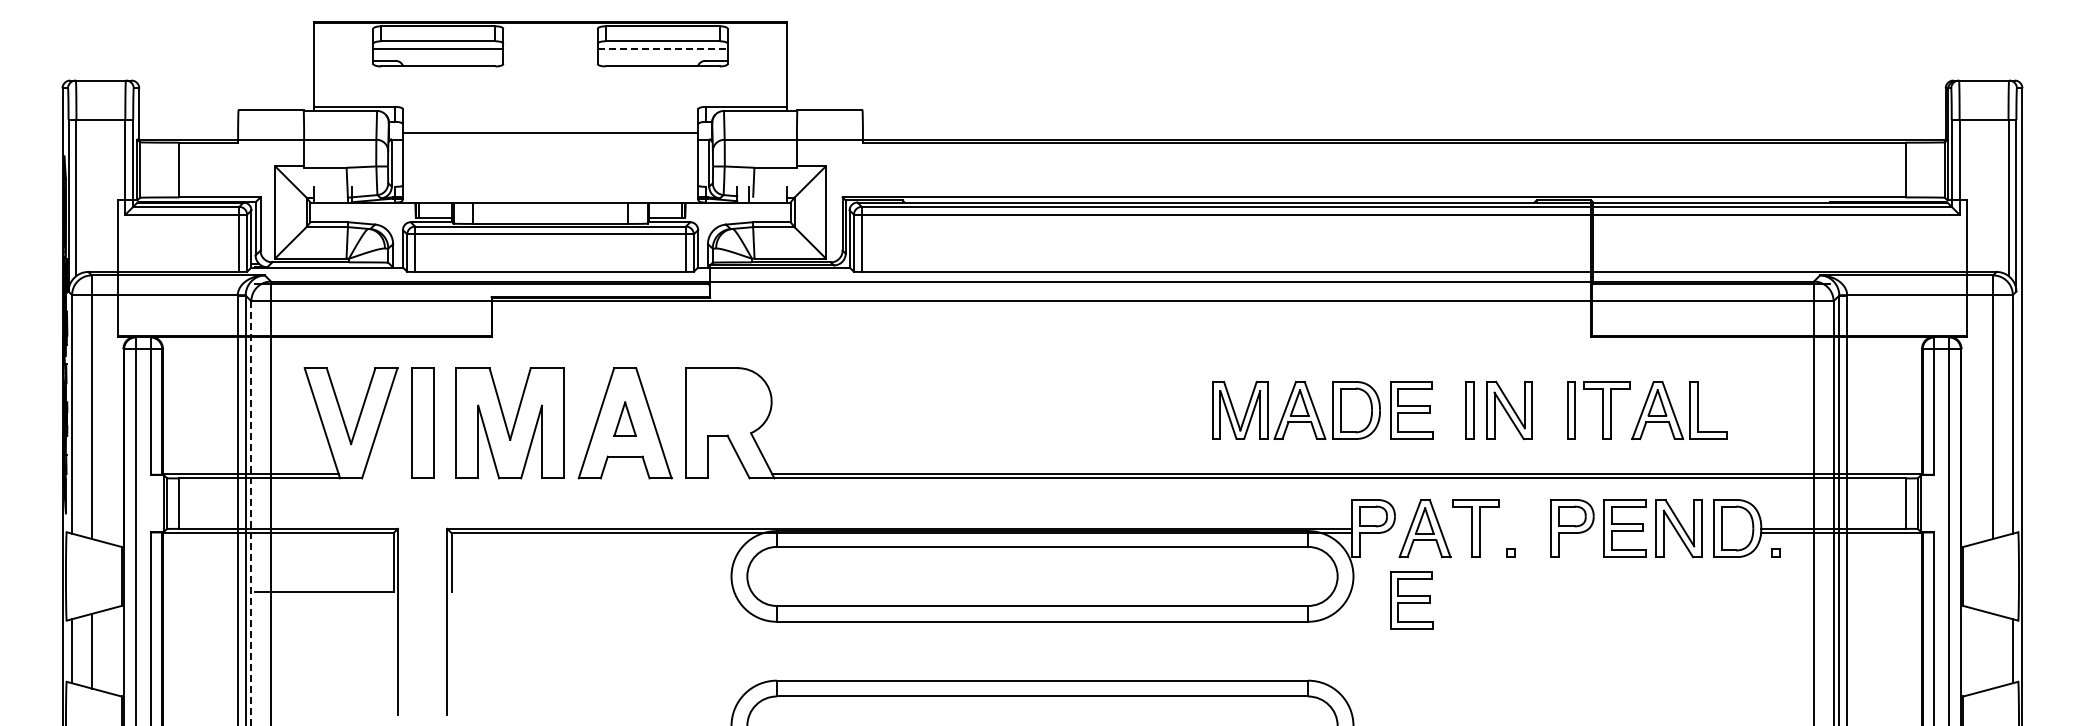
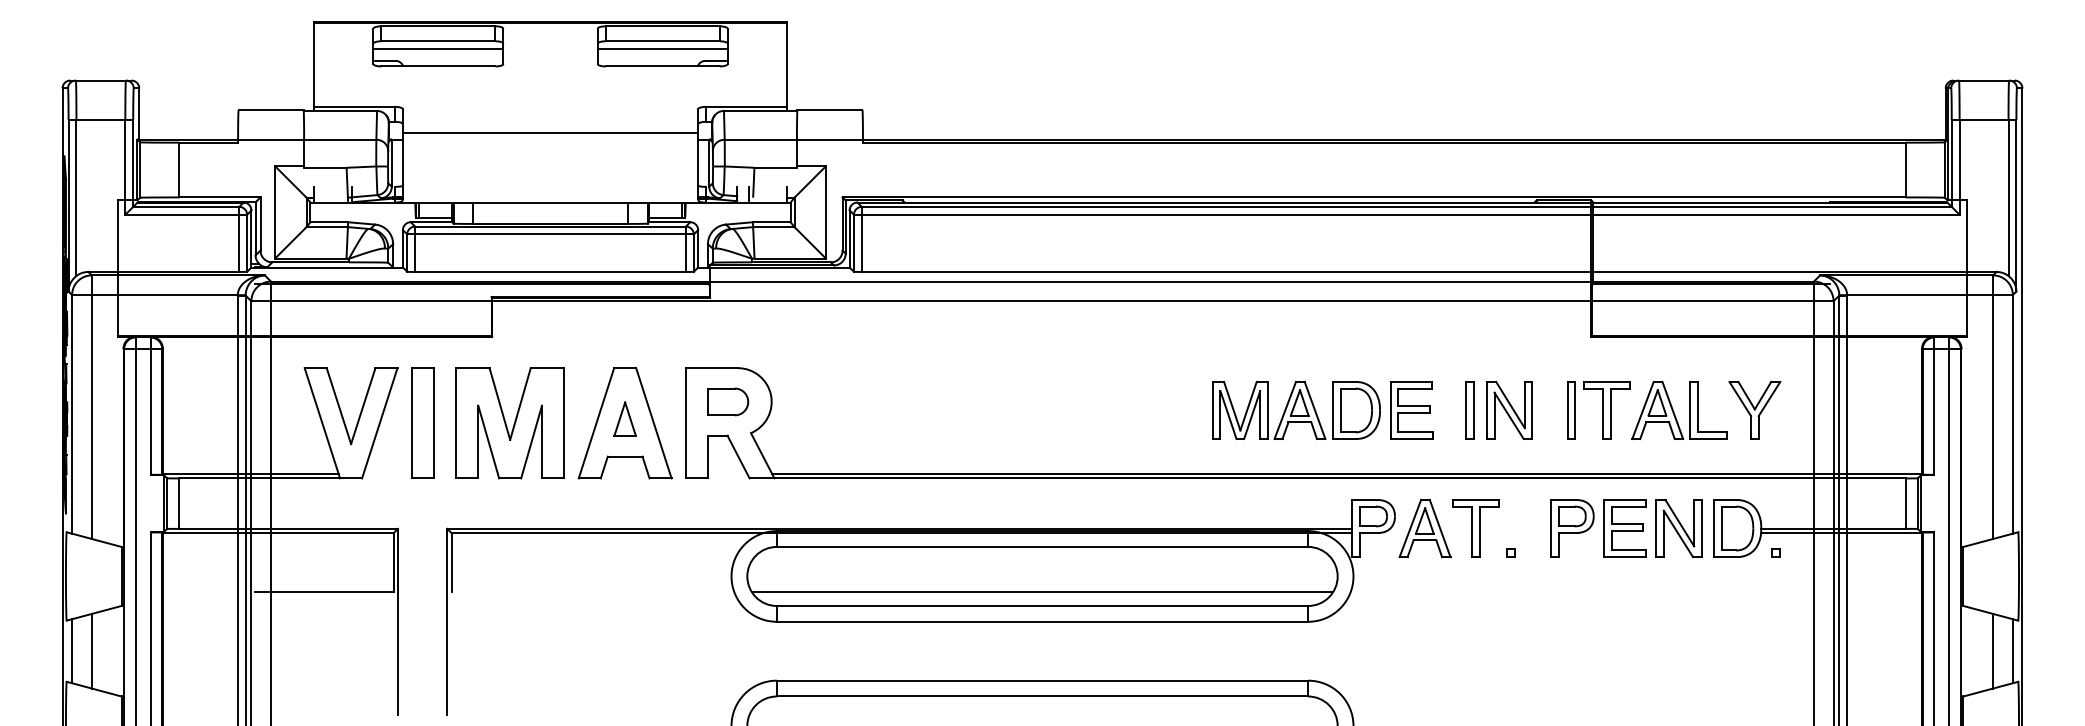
line at (662, 49): dashed -> solid
part at (728, 401): none -> present
part at (1754, 409): none -> present
line at (251, 513): dashed -> solid
line at (1042, 592): none -> present
part at (1411, 600): present -> none
line at (1993, 650): none -> present
